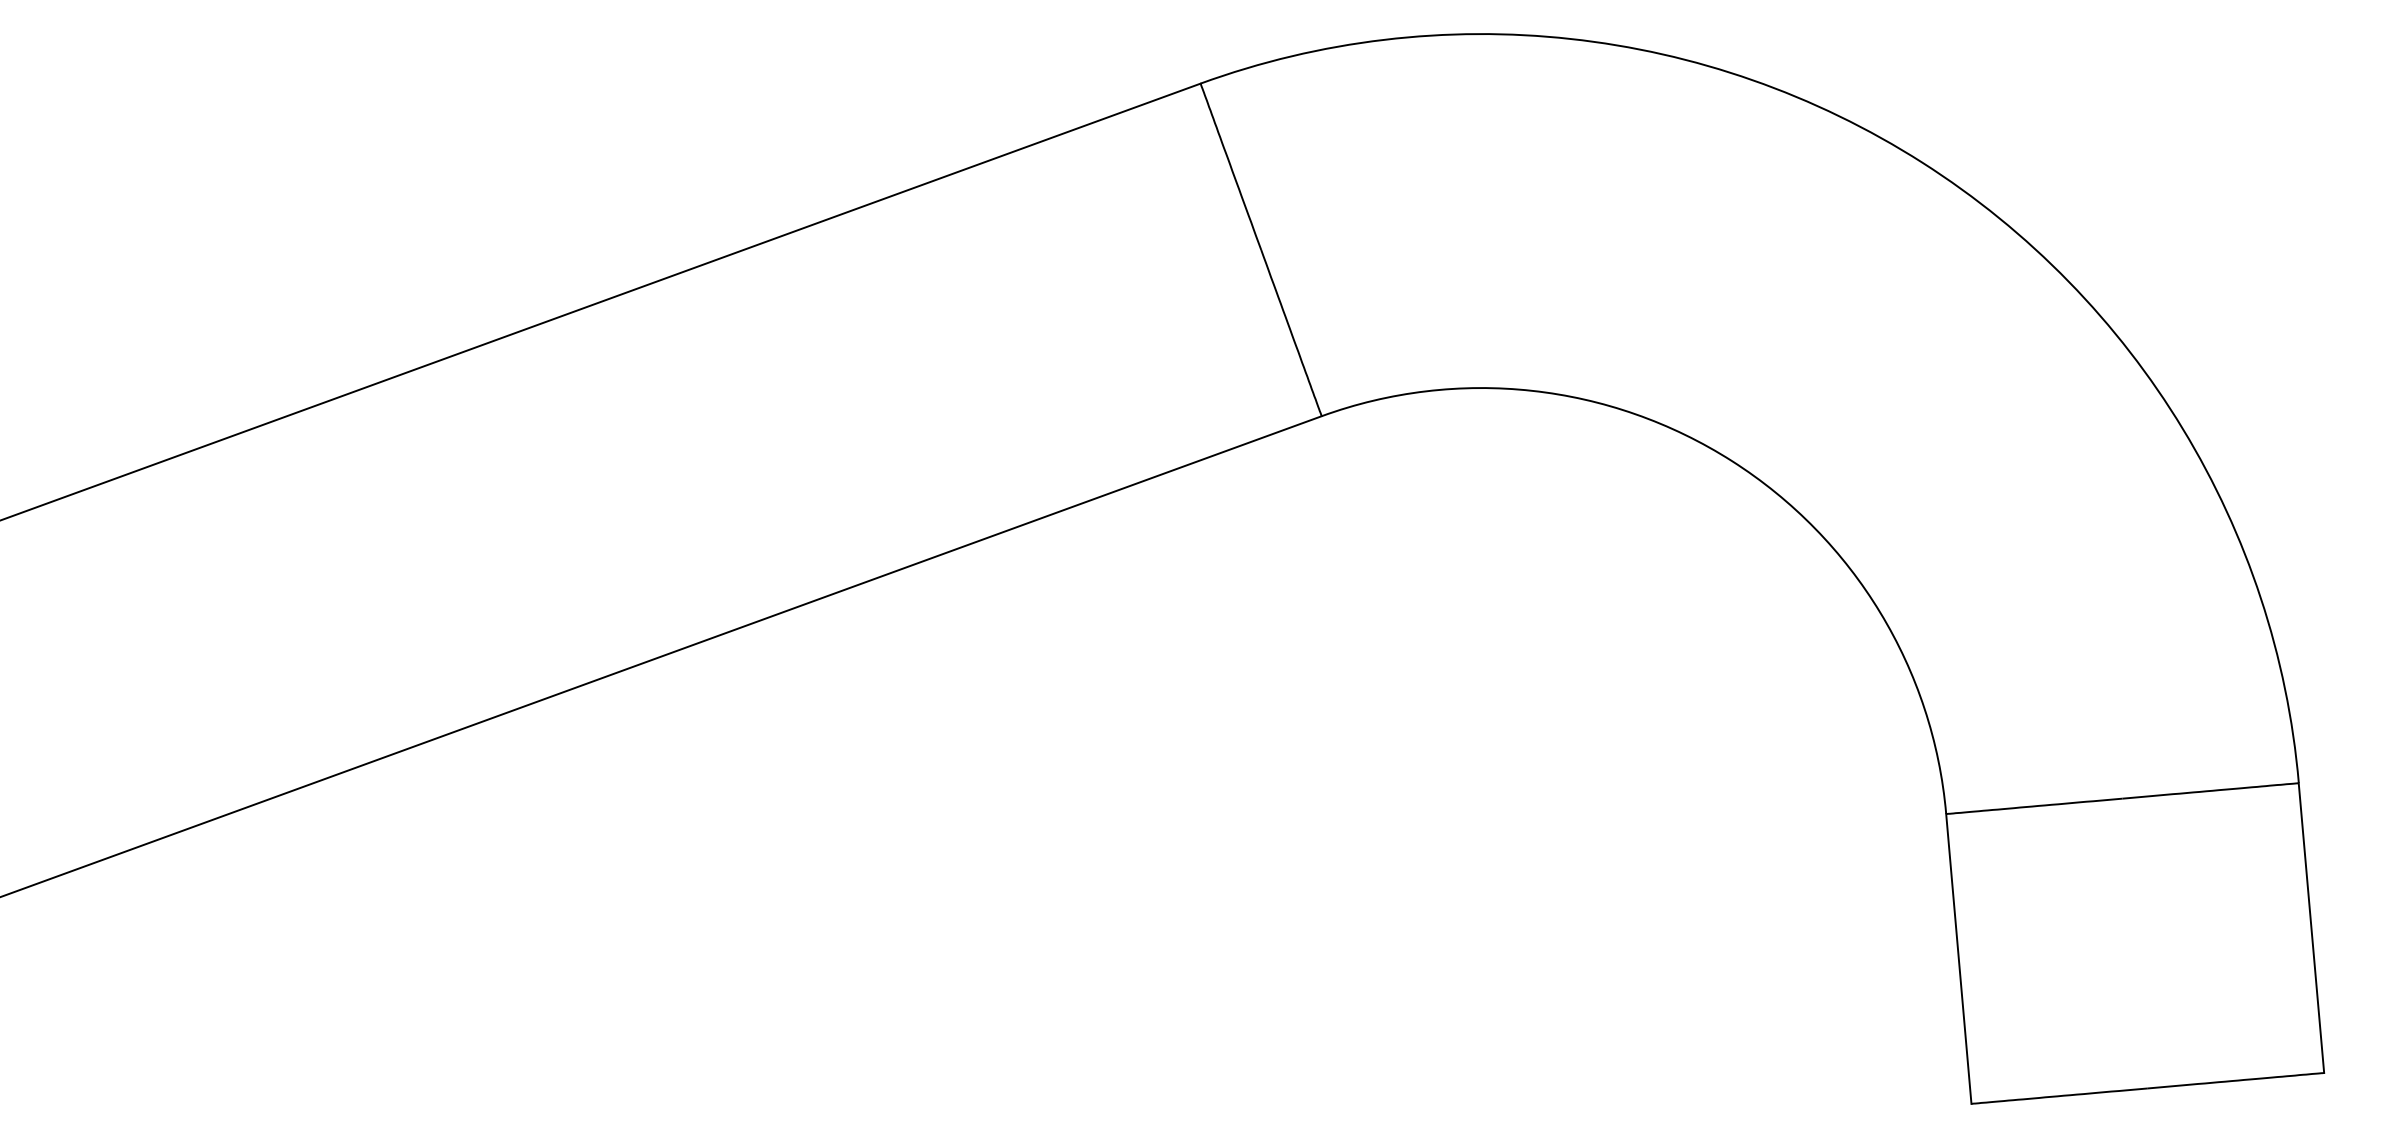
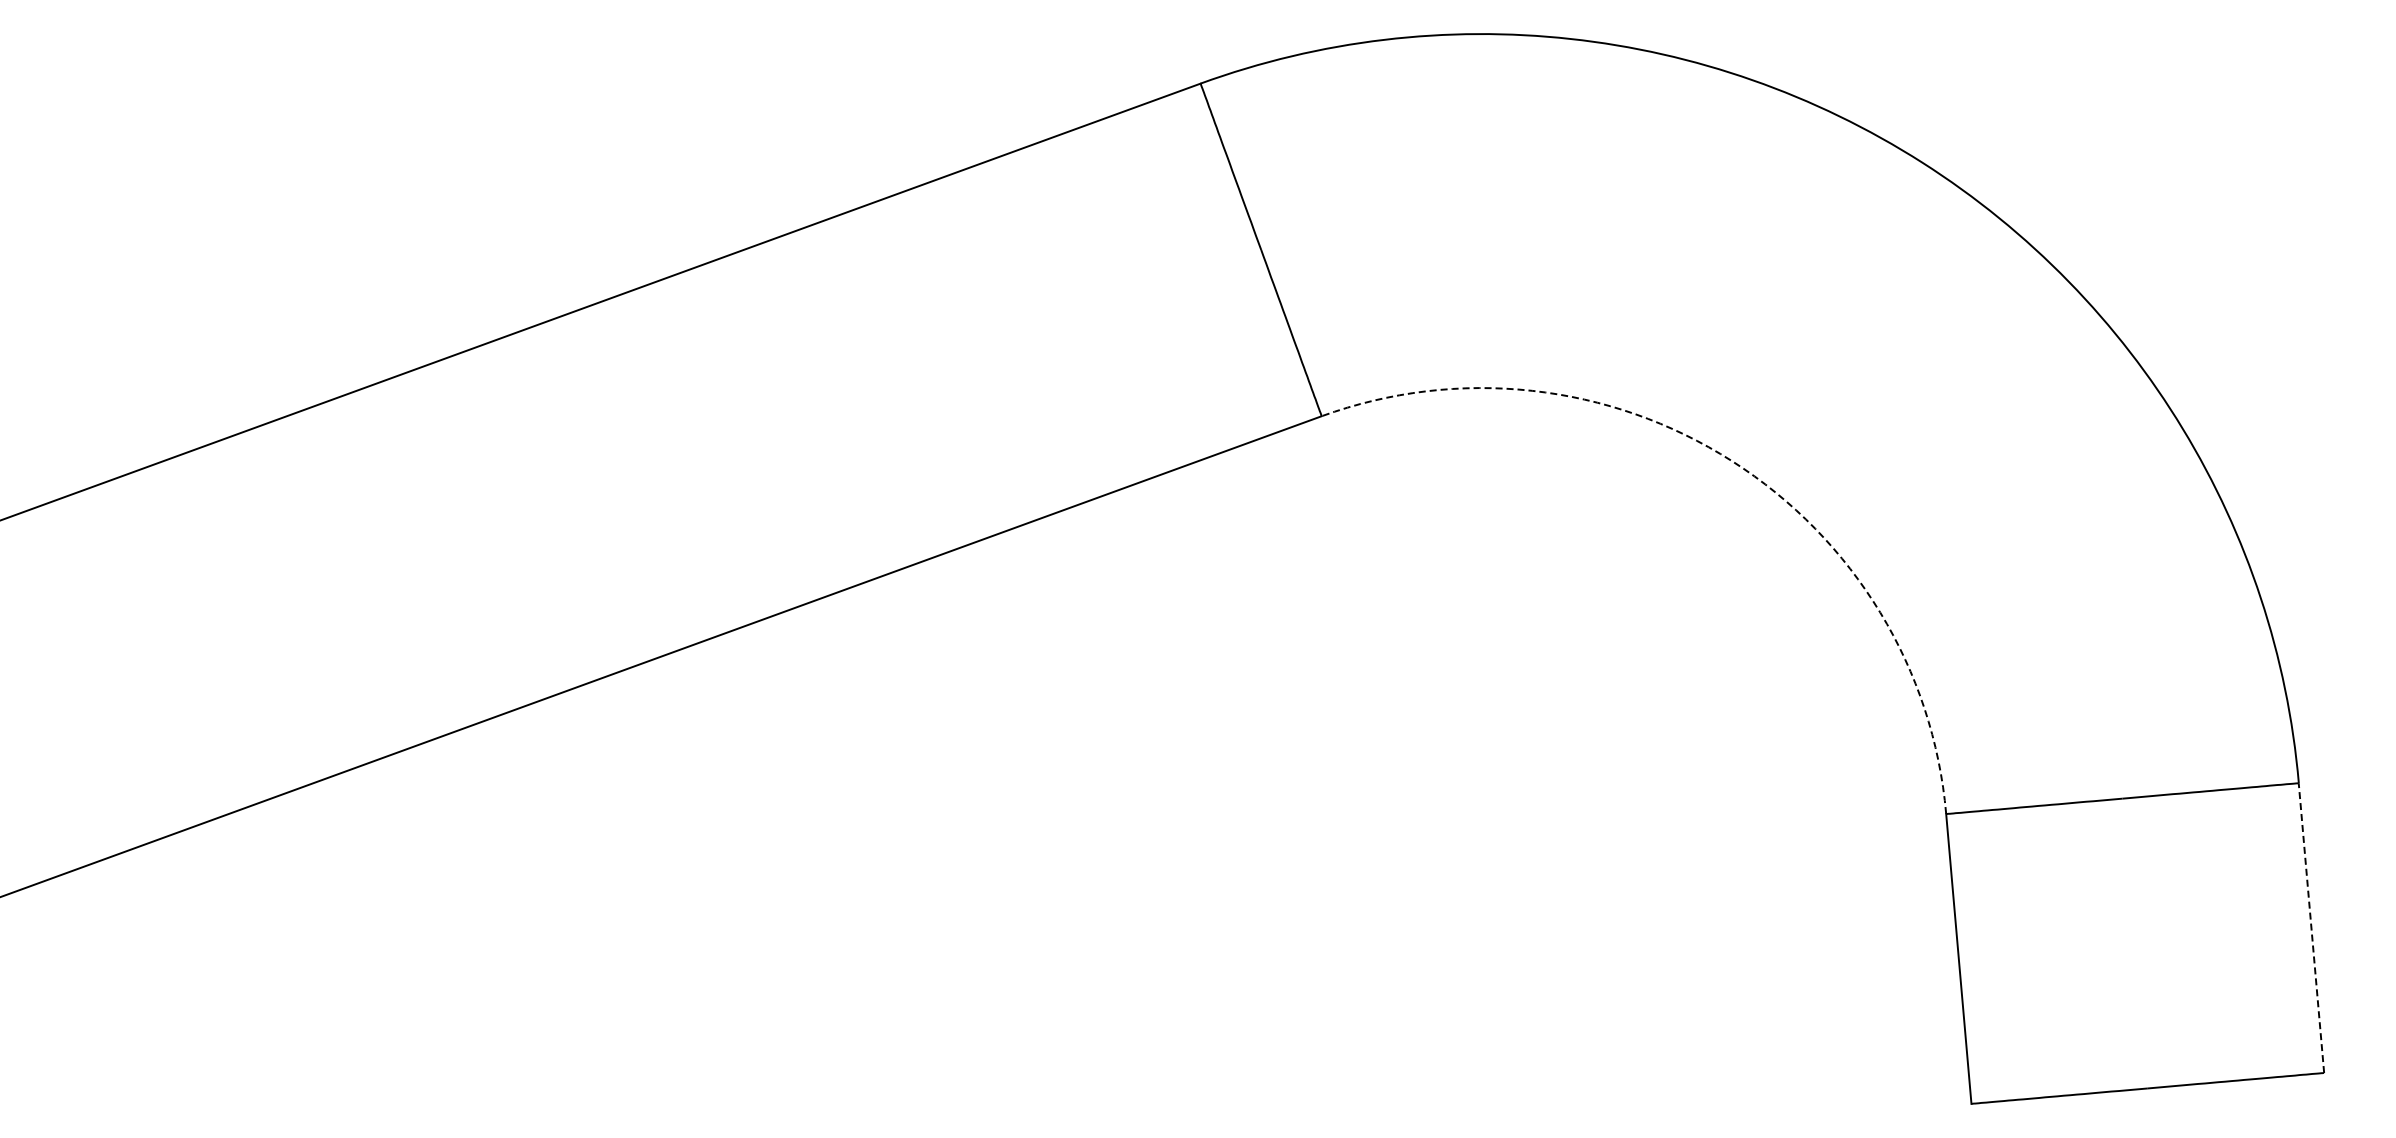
arc at (1732, 461): solid -> dashed
line at (2311, 927): solid -> dashed
